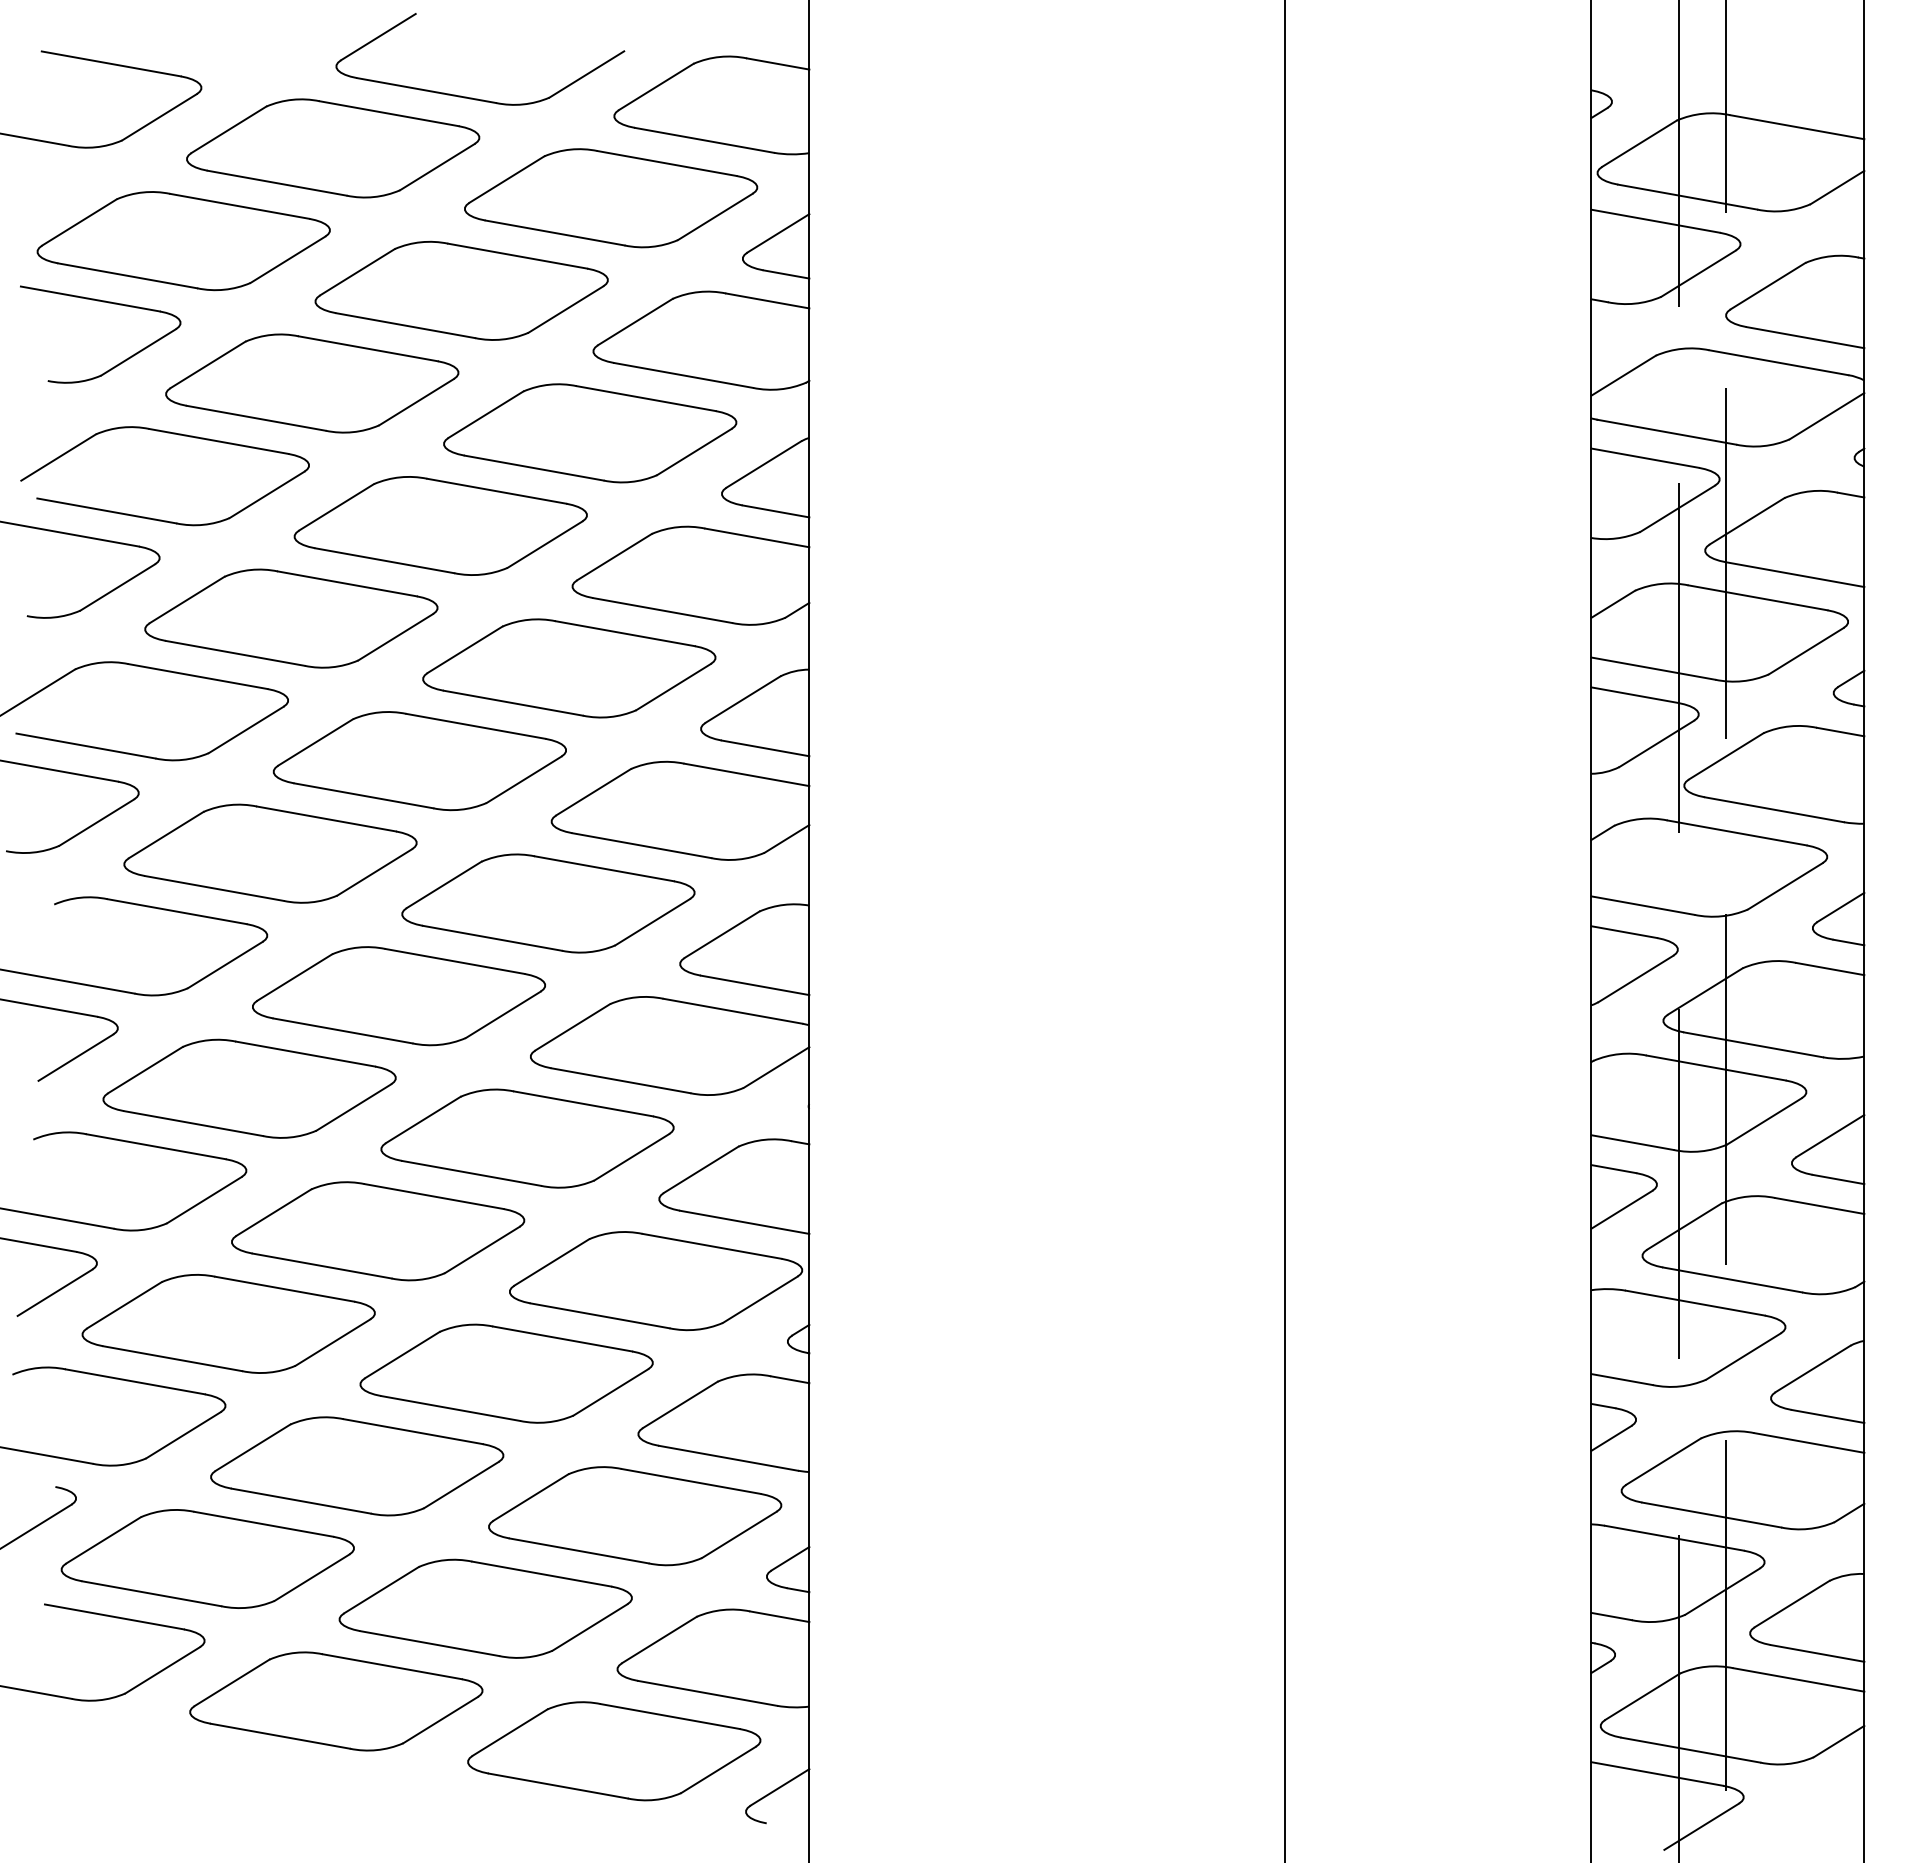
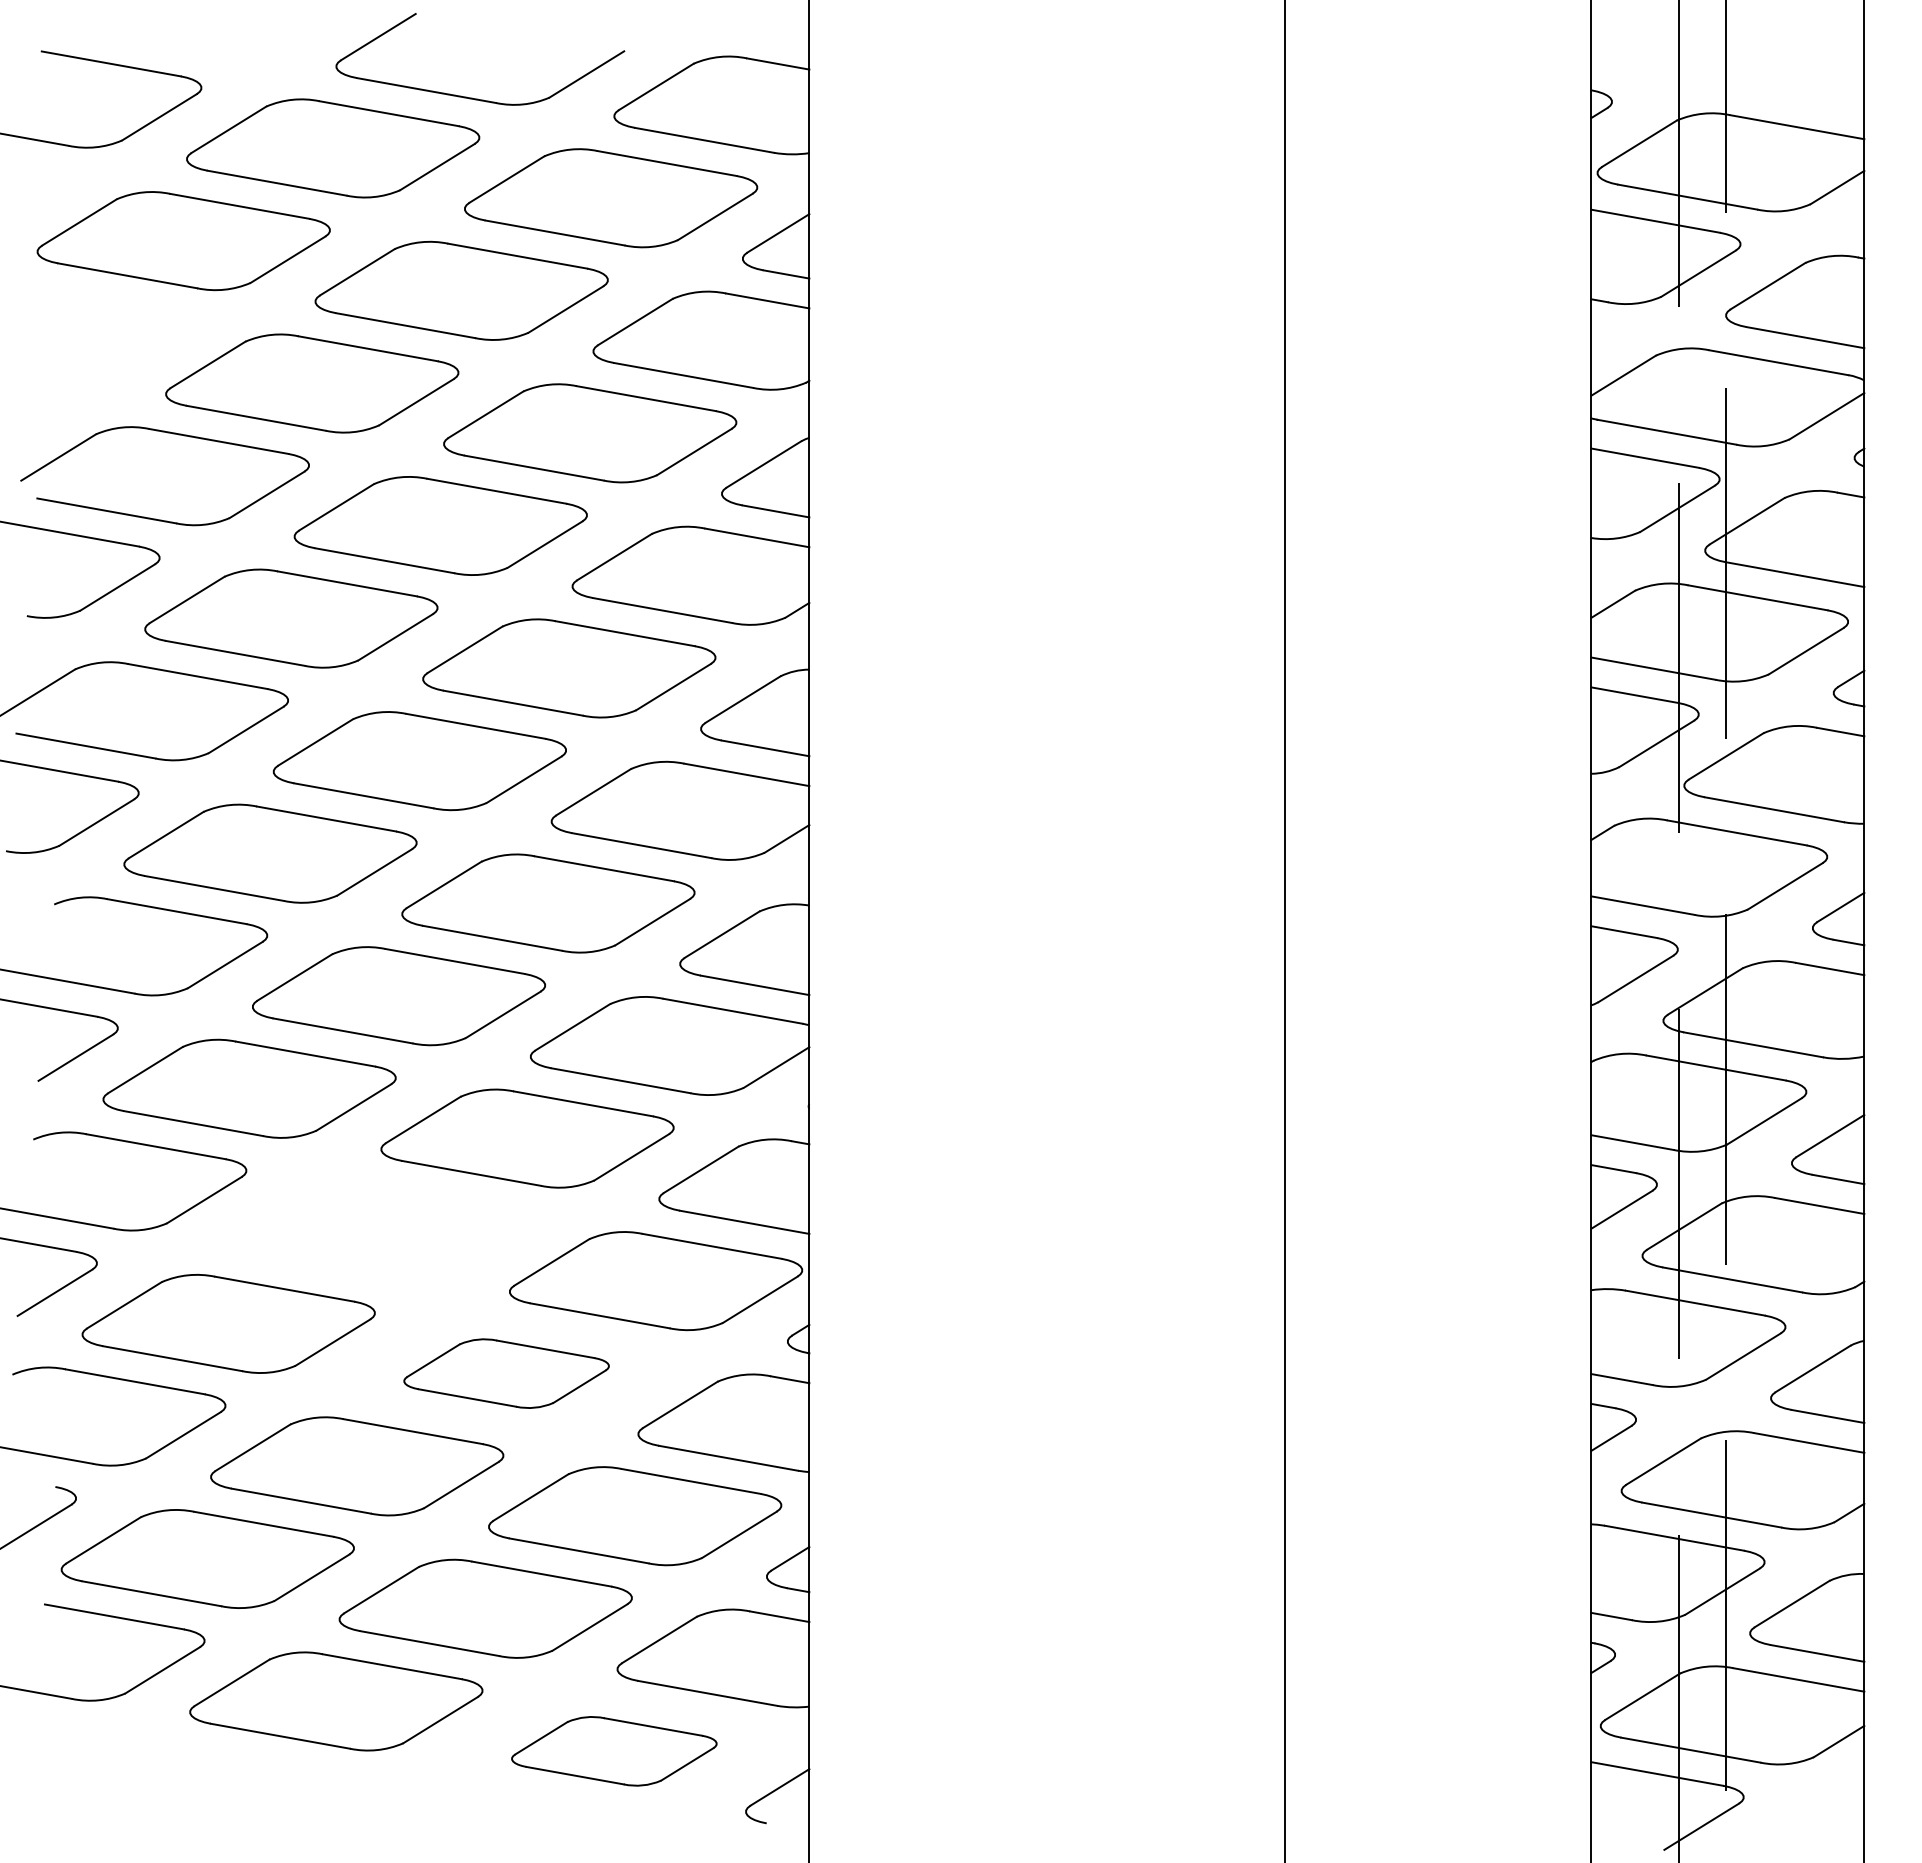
part at (108, 303): present -> none
part at (378, 1231): present -> none
part at (506, 1373) size: 295x101 px -> 207x71 px
part at (614, 1751) size: 295x101 px -> 207x71 px
